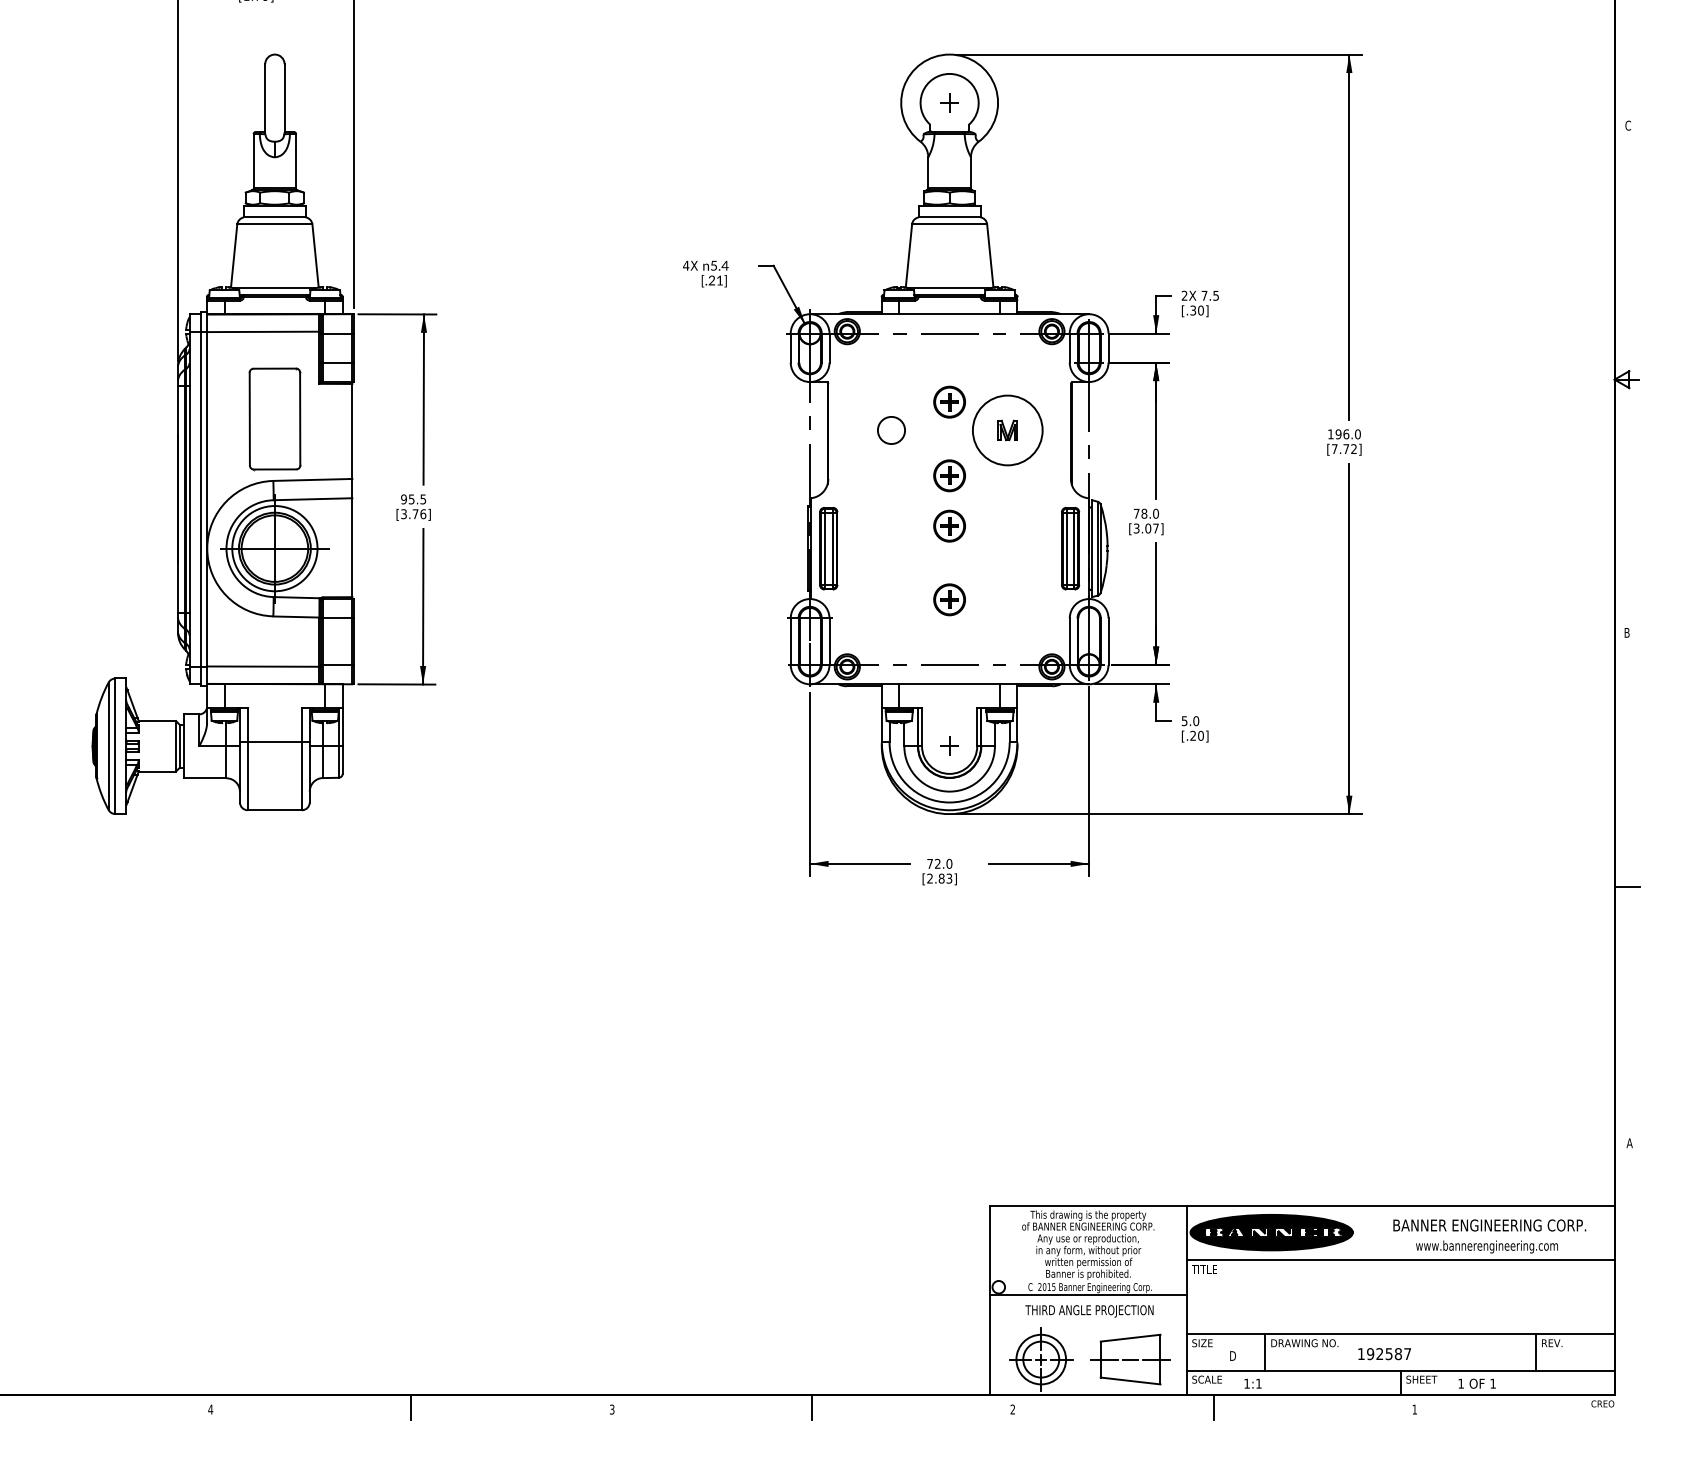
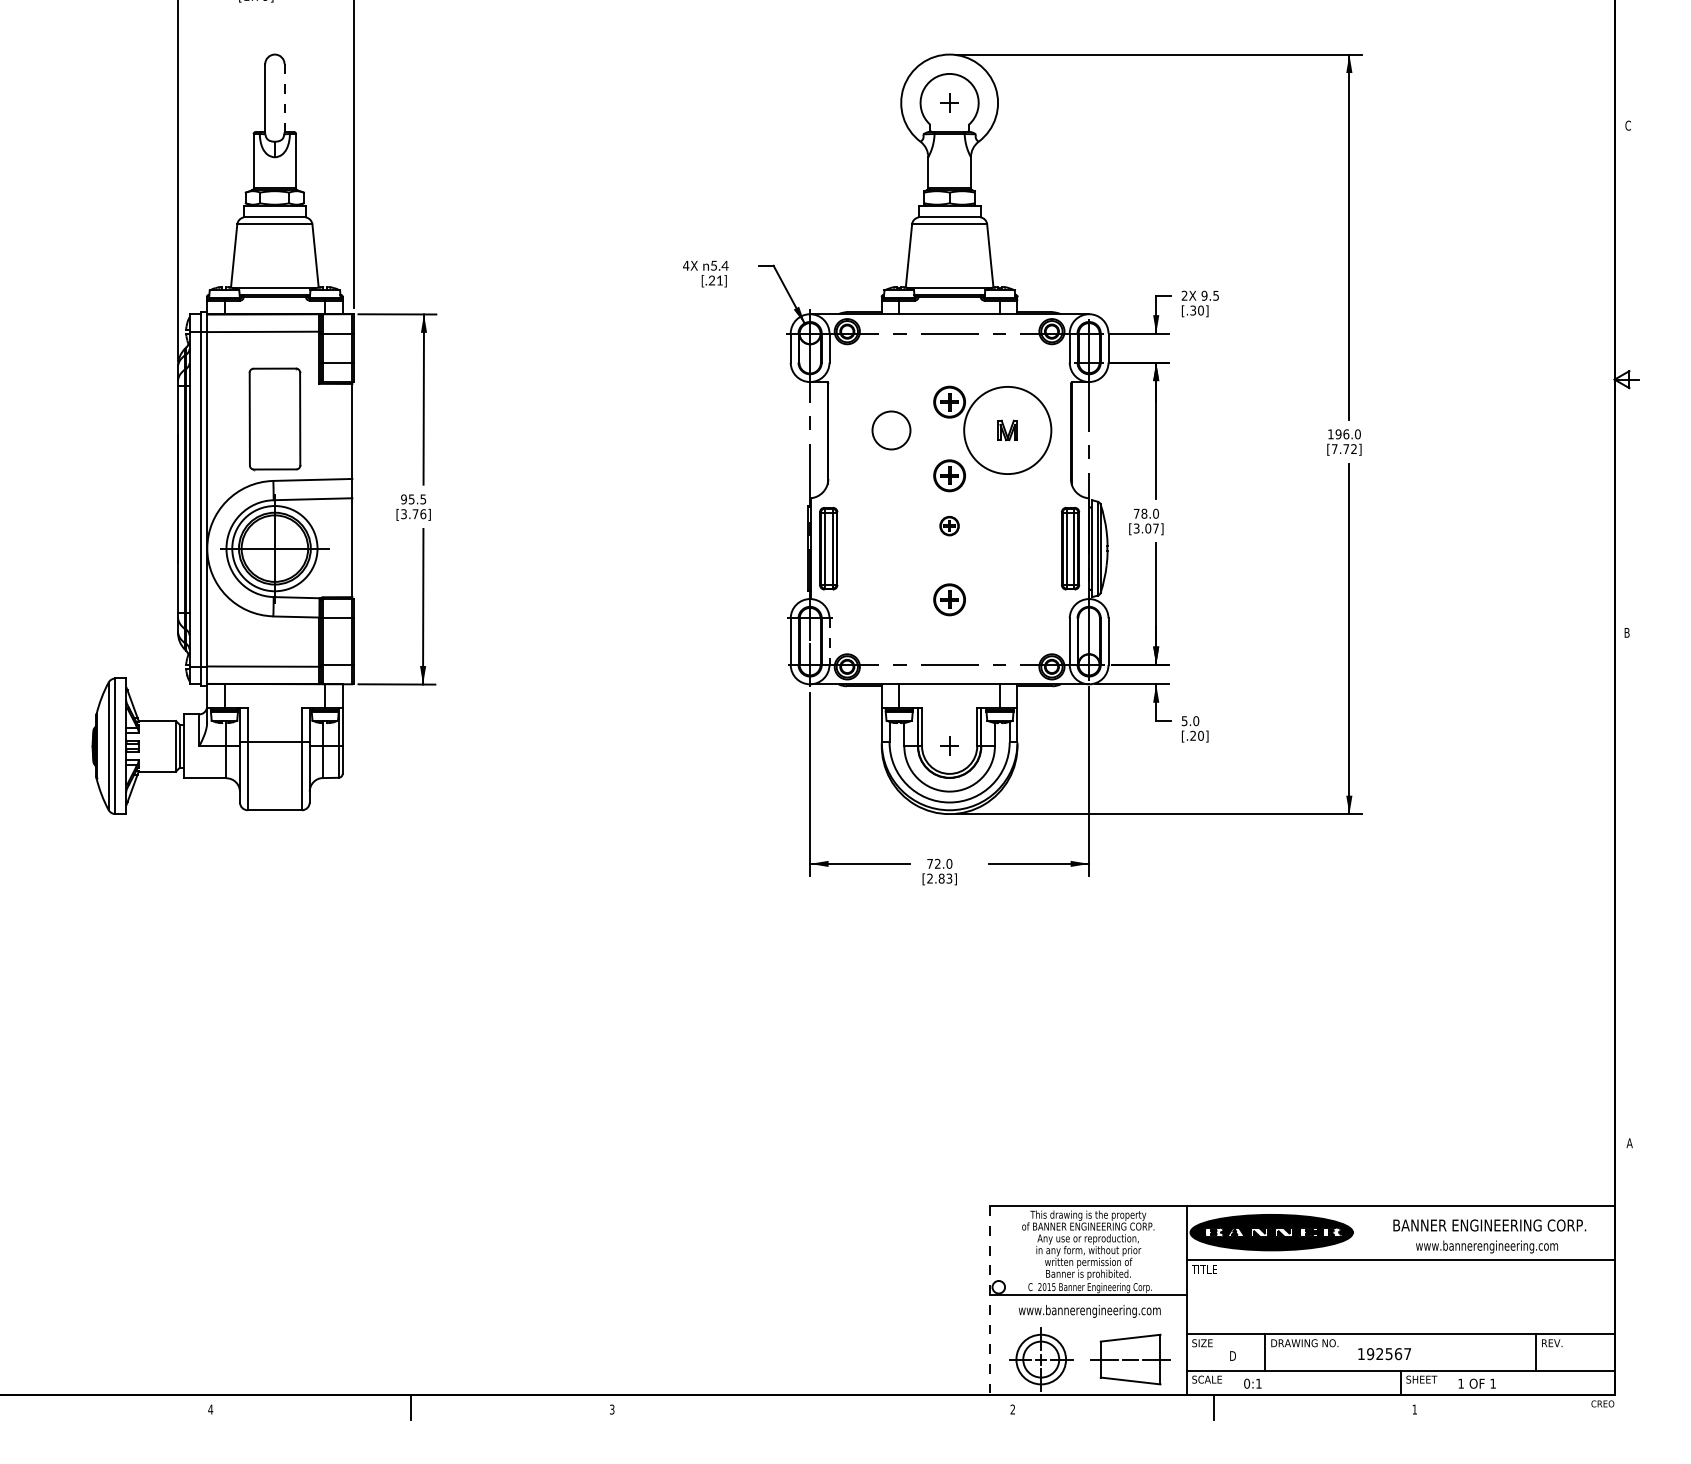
line at (284, 99): solid -> dashed
text at (1204, 295): 7.5 -> 9.5
circle at (891, 430) diameter: 27 px -> 38 px
circle at (1007, 430) diameter: 70 px -> 87 px
part at (949, 525) size: 33x34 px -> 21x22 px
line at (829, 642): solid -> dashed
line at (1627, 887): present -> none
line at (989, 1301): solid -> dashed
text at (1089, 1310): THIRD ANGLE PROJECTION -> www.bannerengineering.com
text at (1398, 1353): 192587 -> 192567
text at (1247, 1383): 1:1 -> 0:1
line at (812, 1407): present -> none
